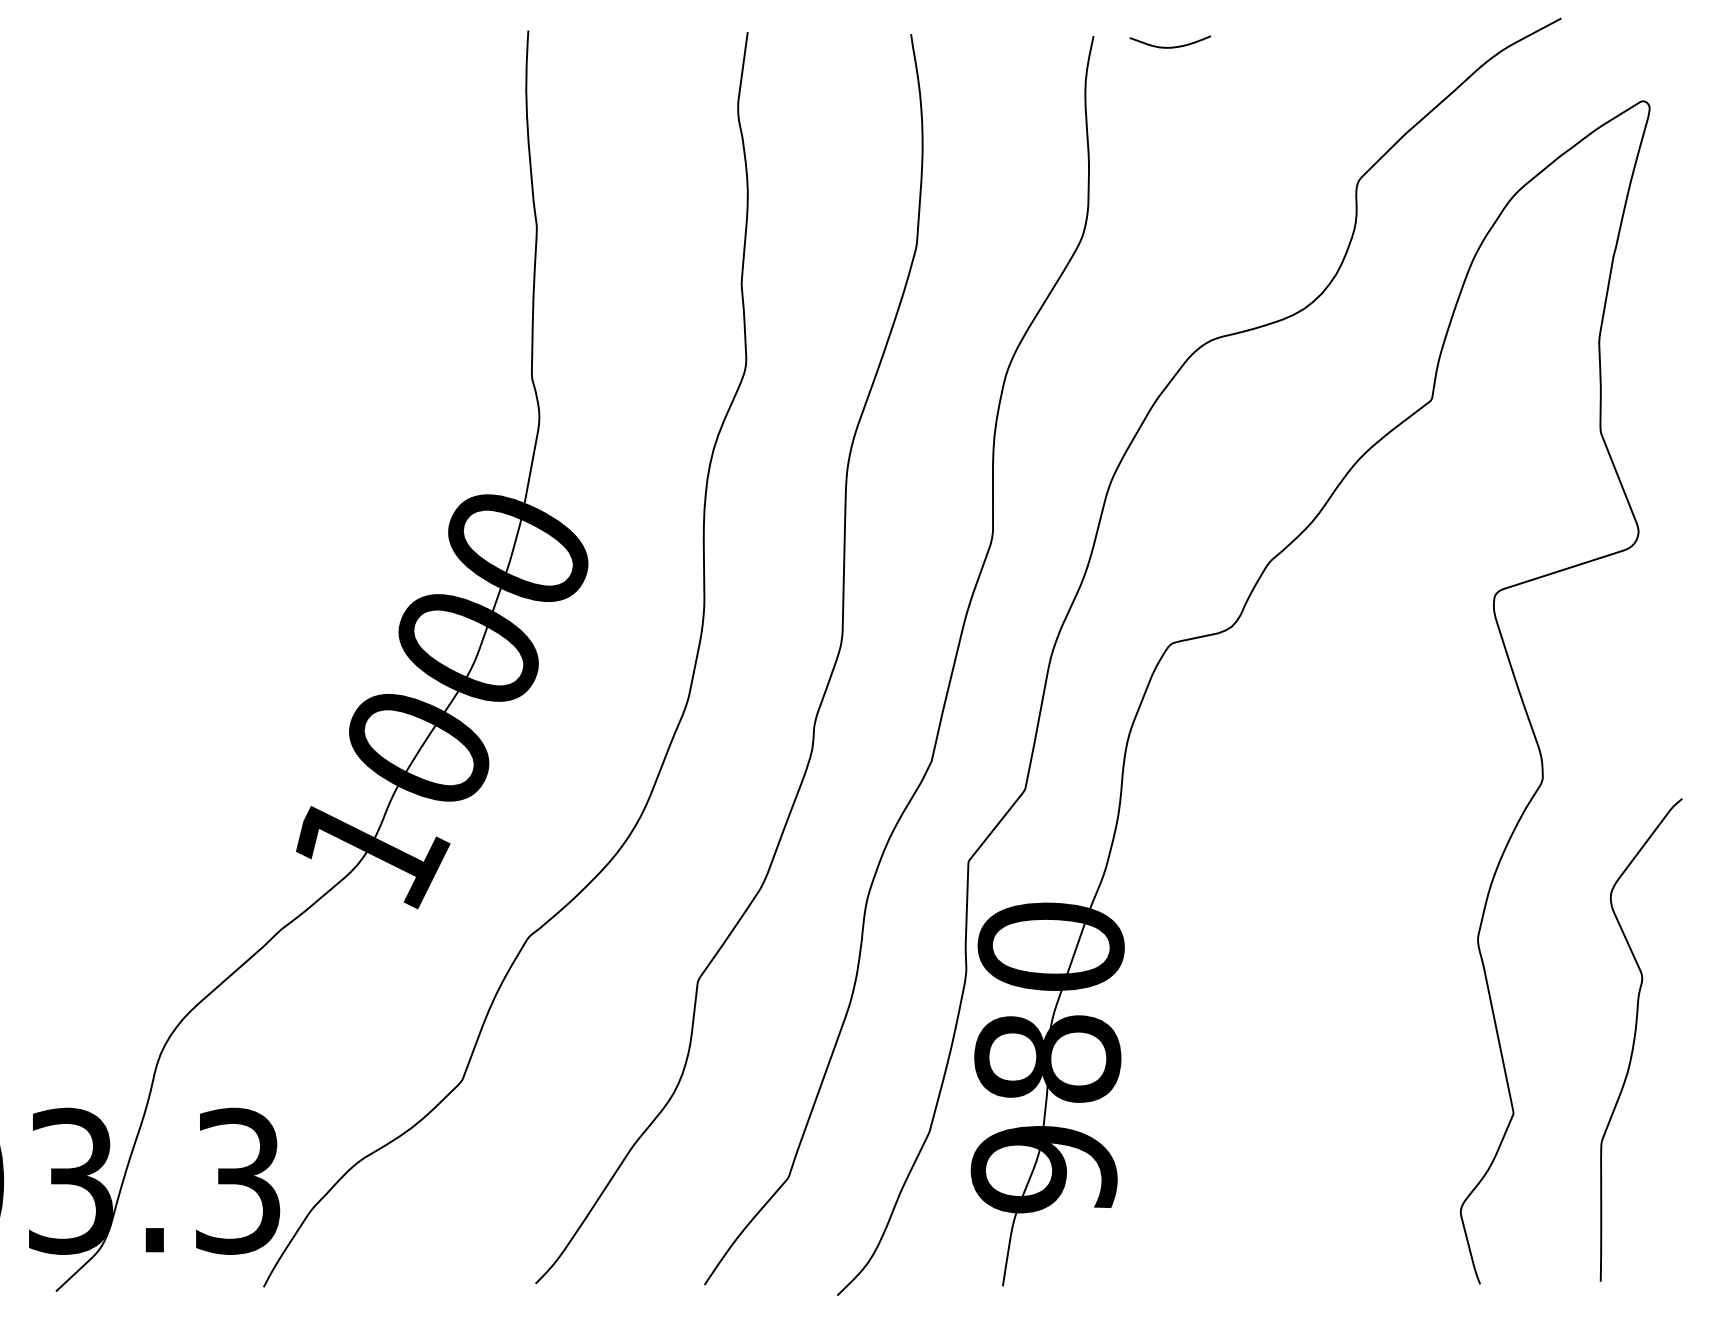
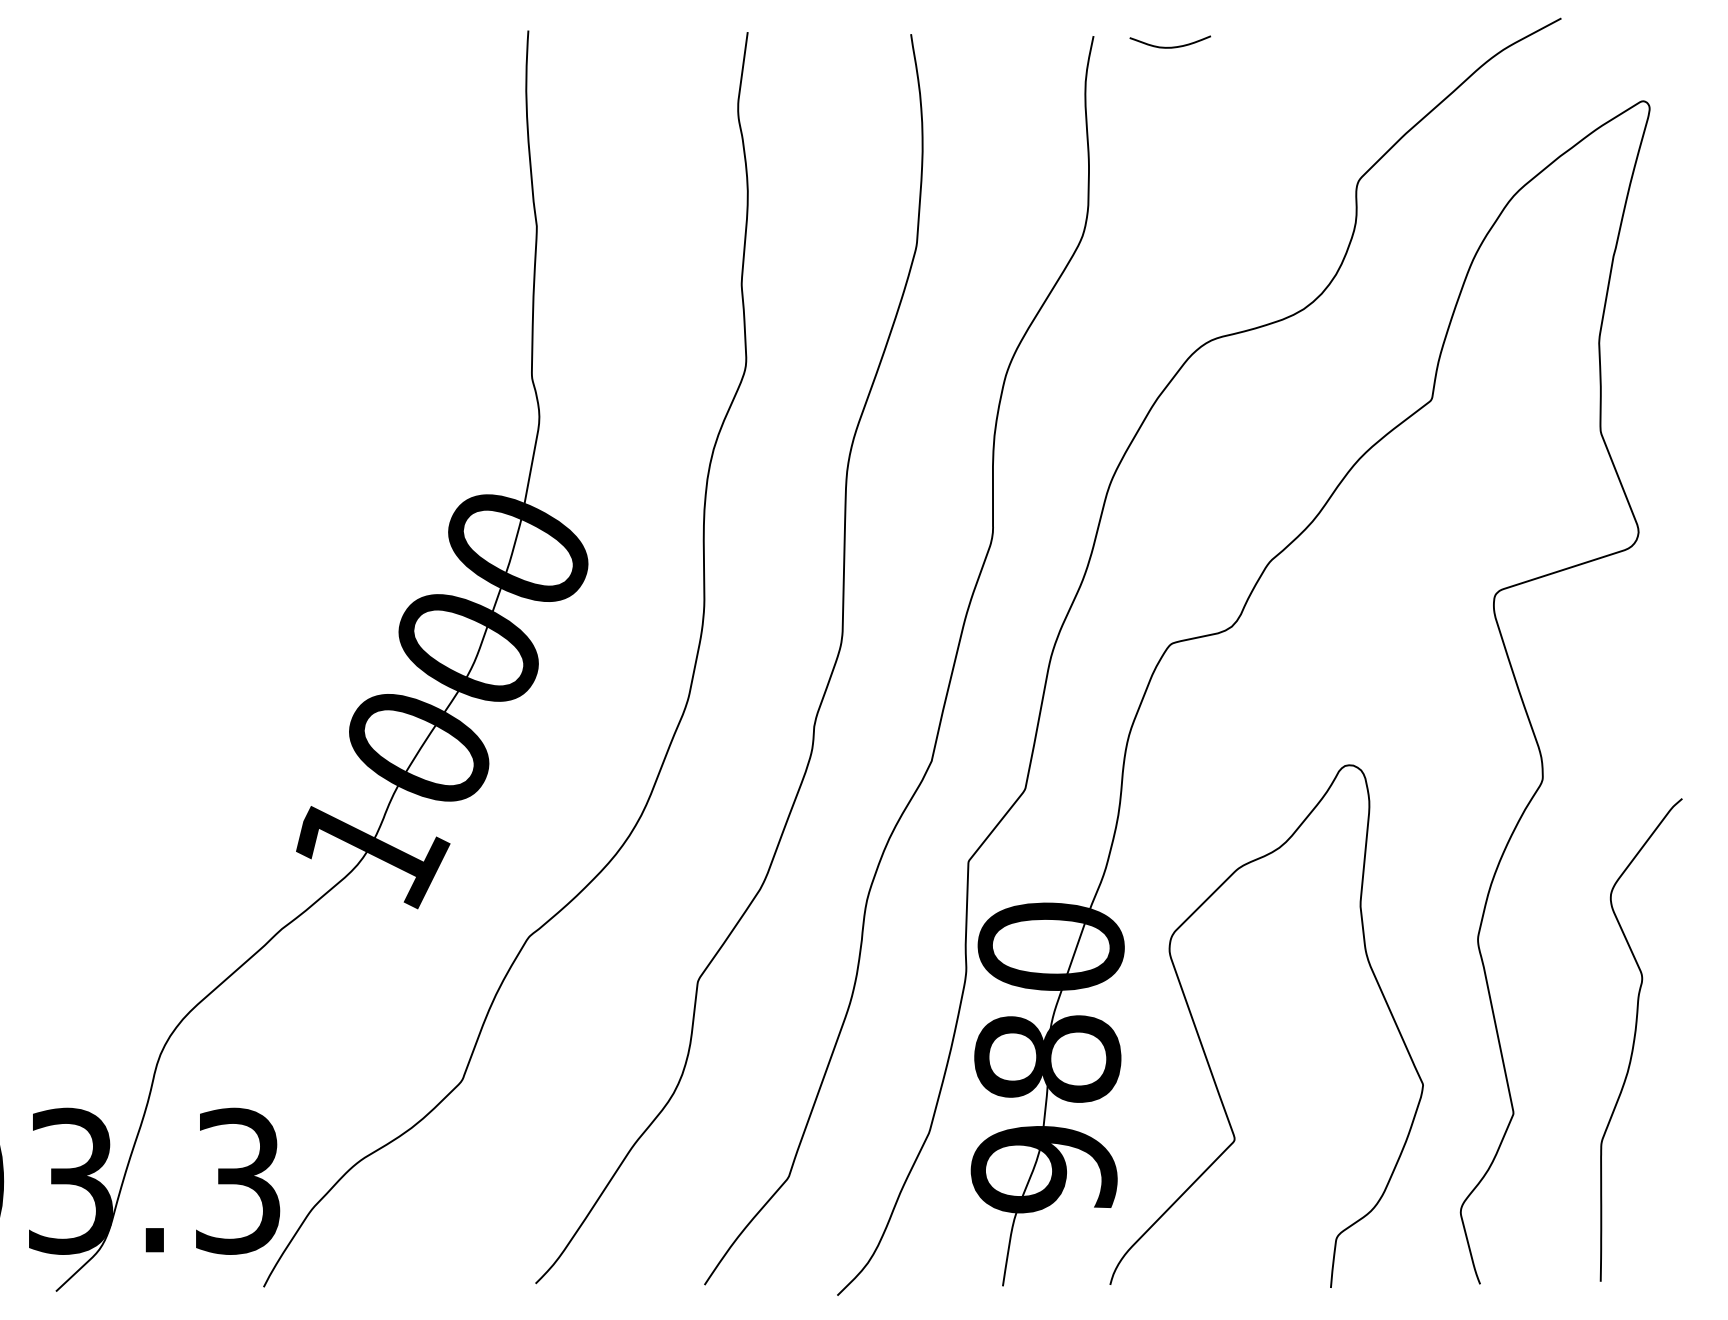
curve at (1203, 1046): none -> present
